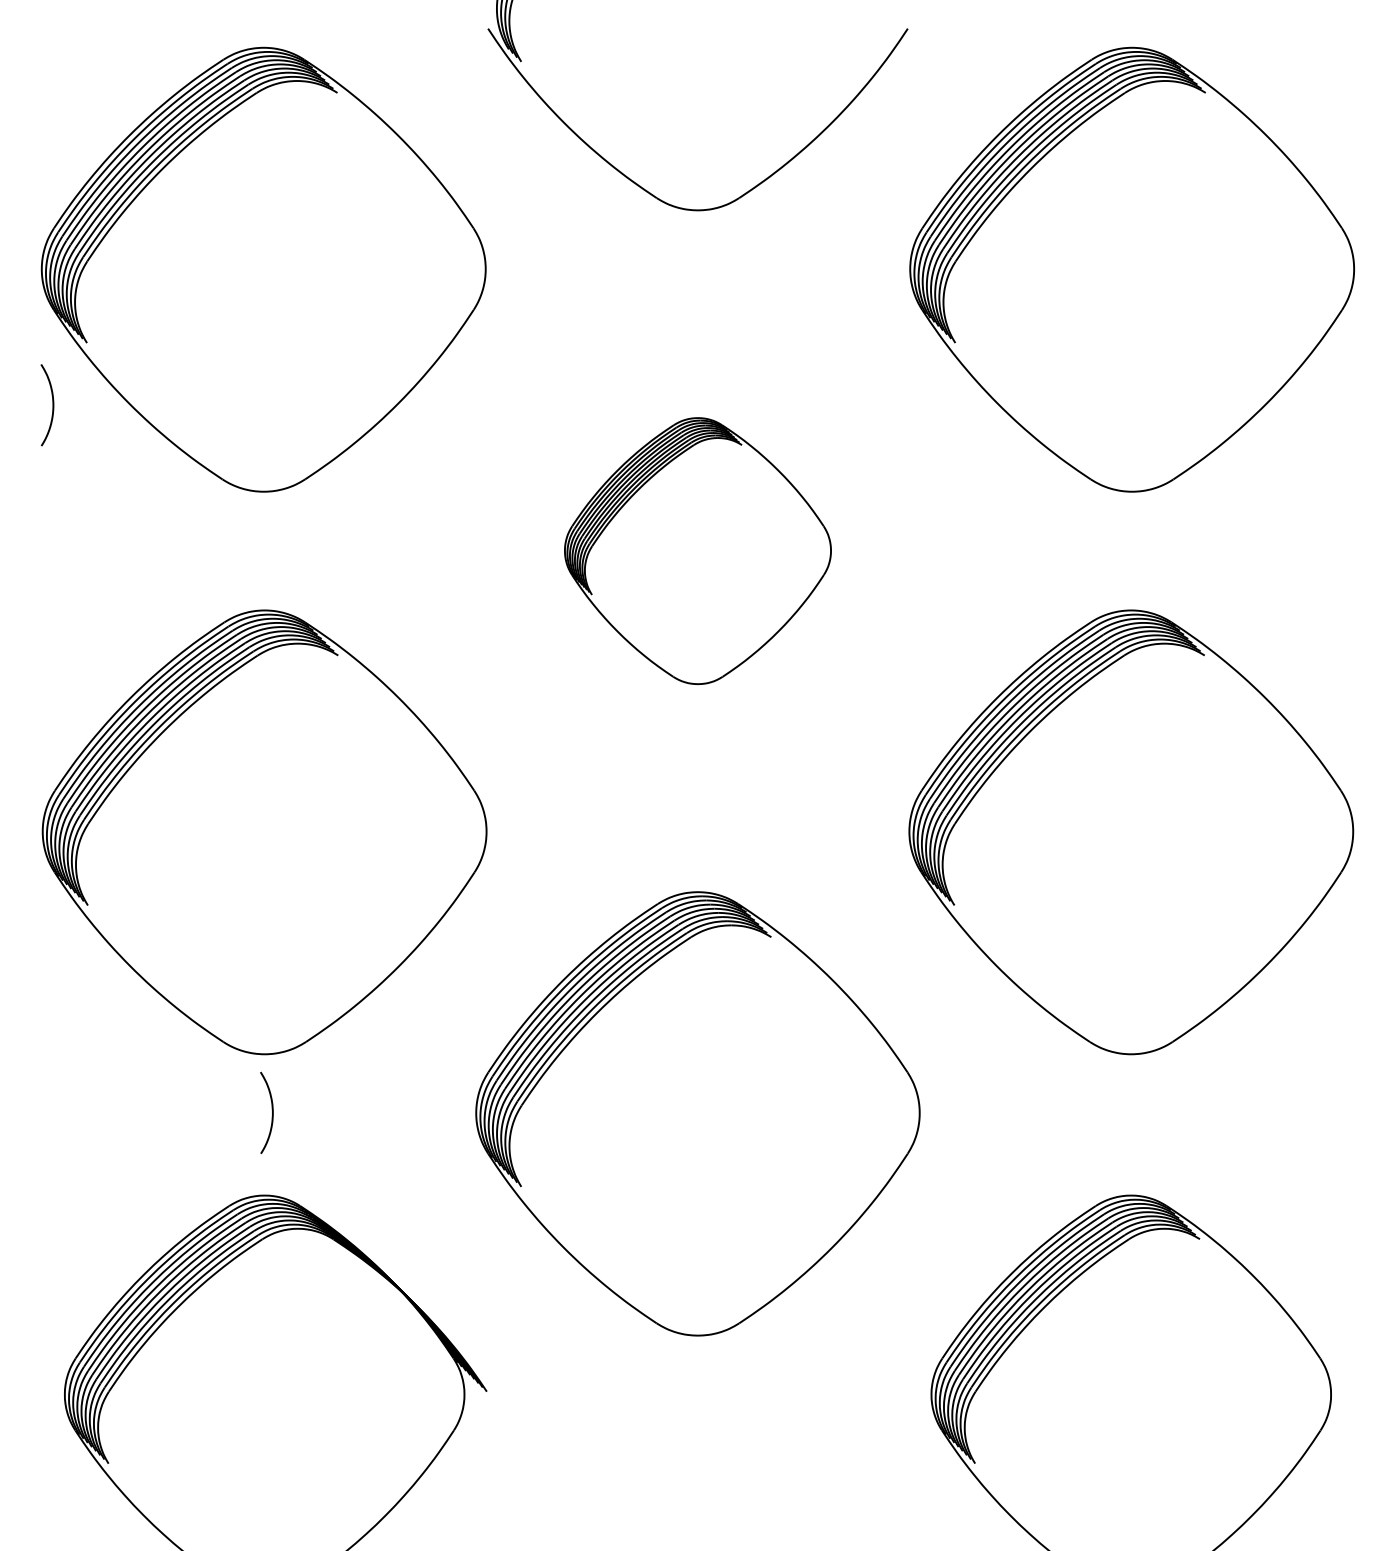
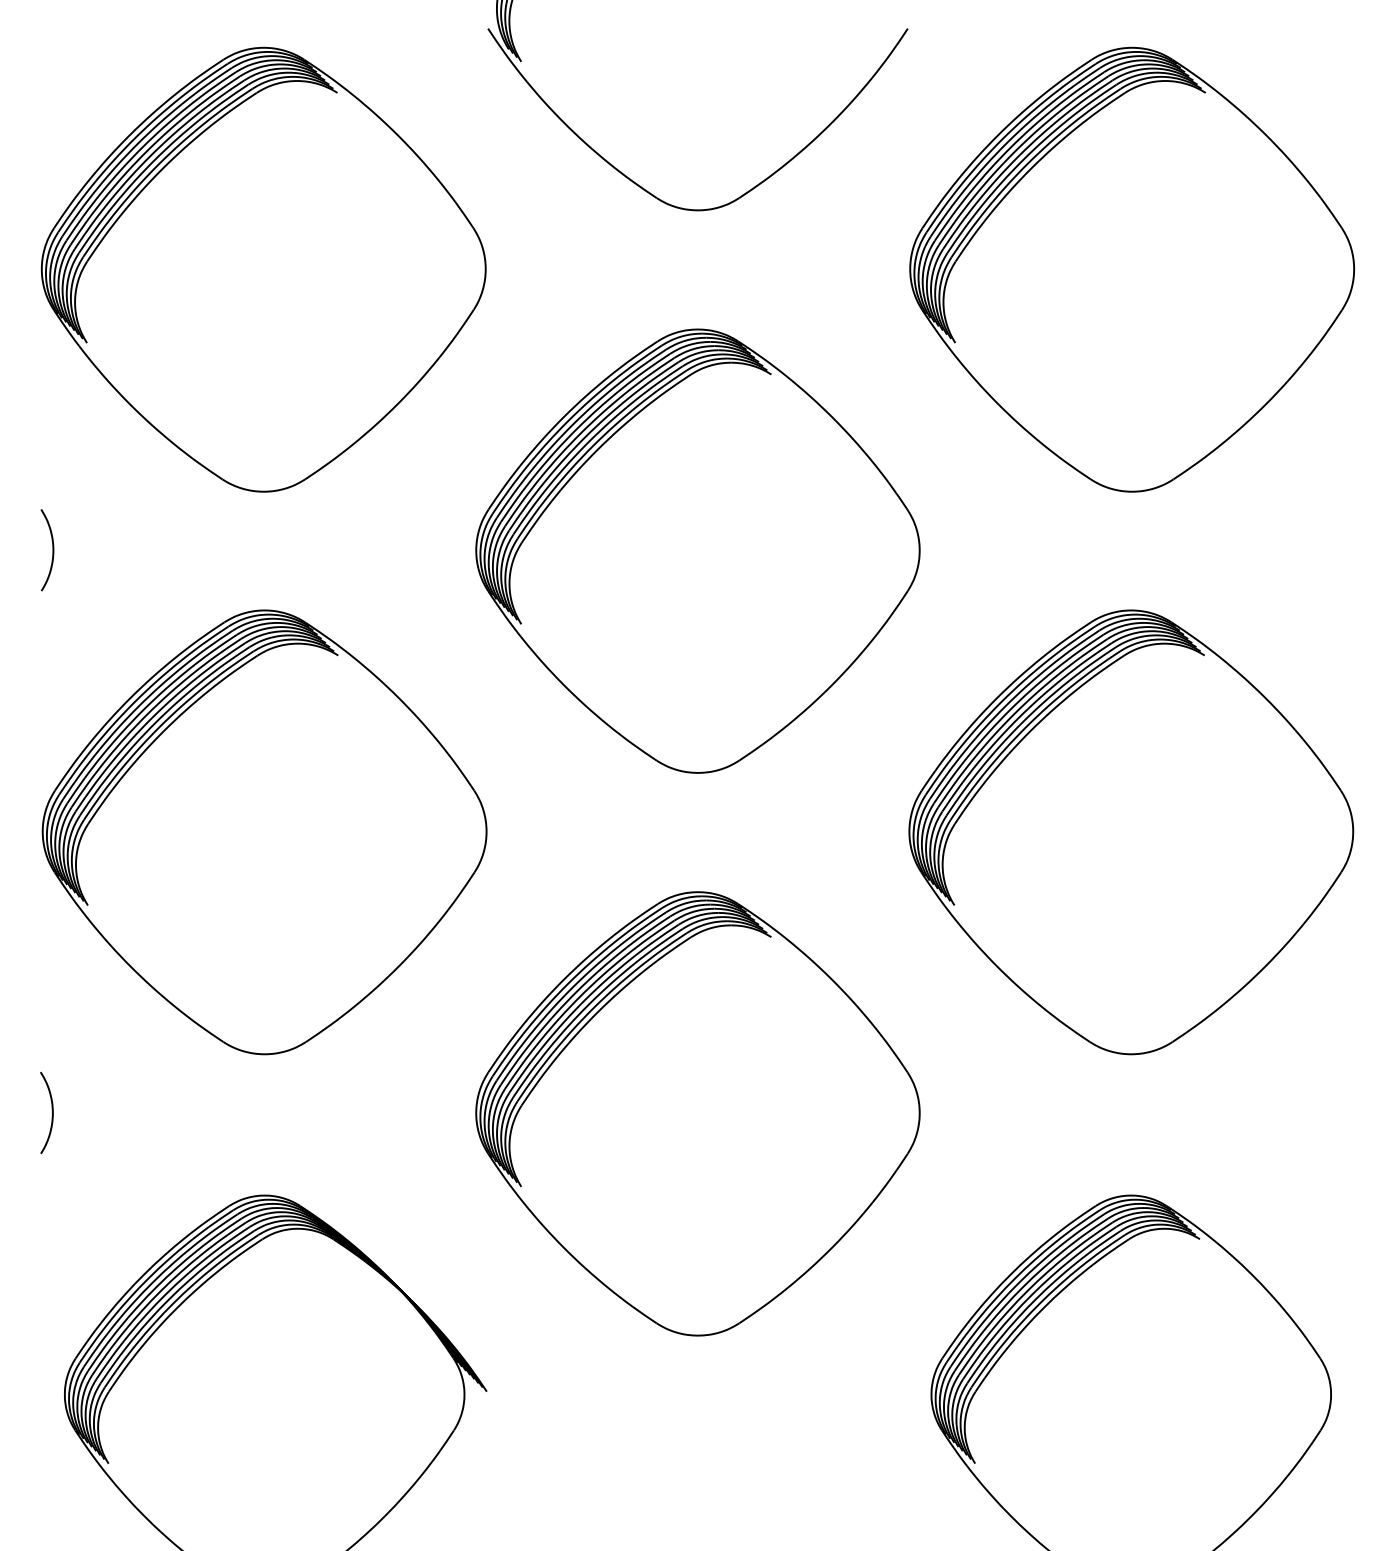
curve at (52, 405) position: (52, 405) -> (52, 550)
part at (697, 550) size: 268x268 px -> 446x446 px
curve at (271, 1109) position: (271, 1109) -> (51, 1109)
